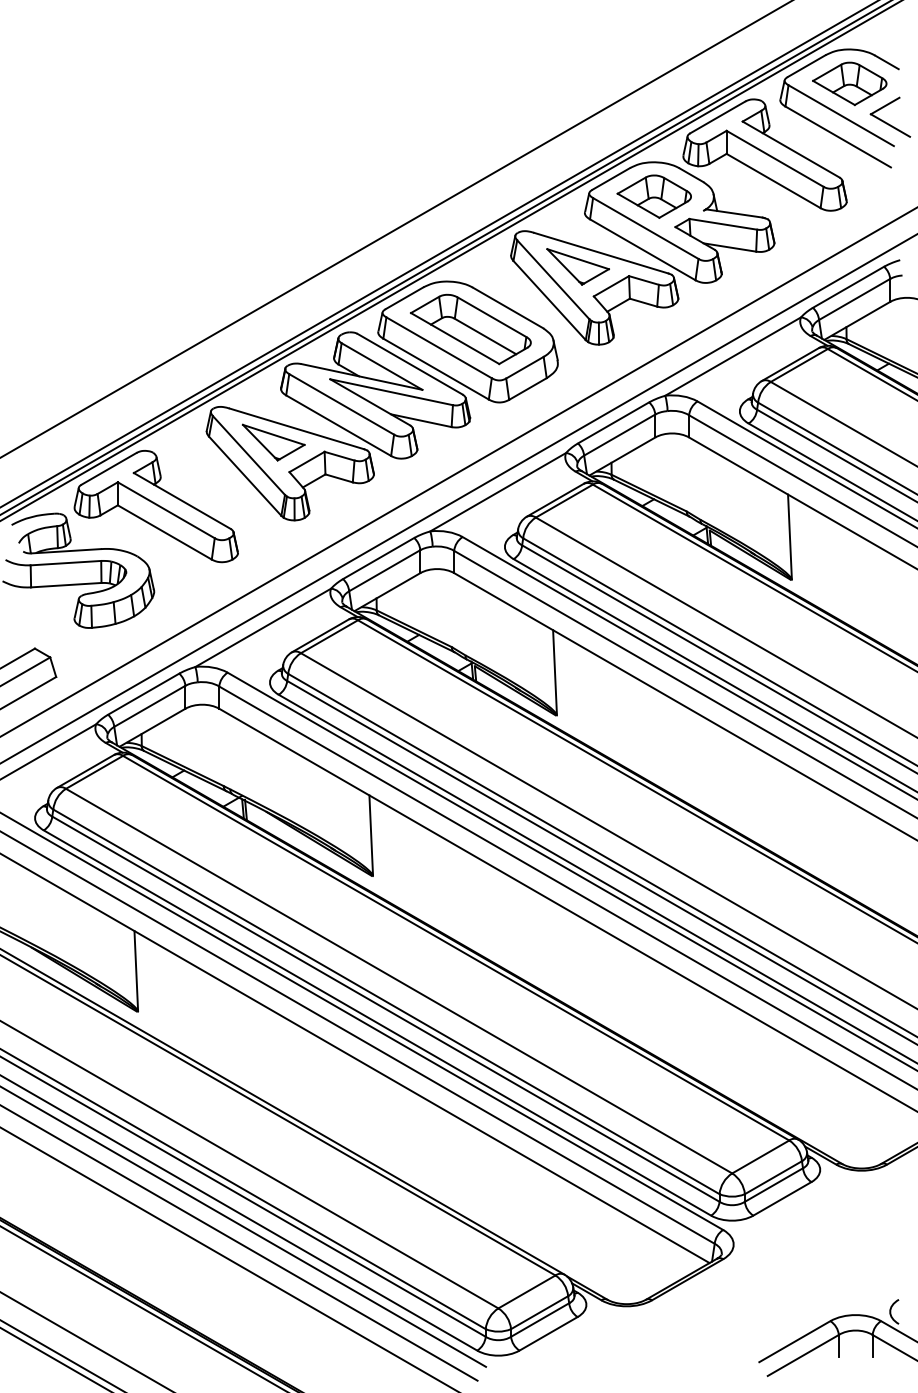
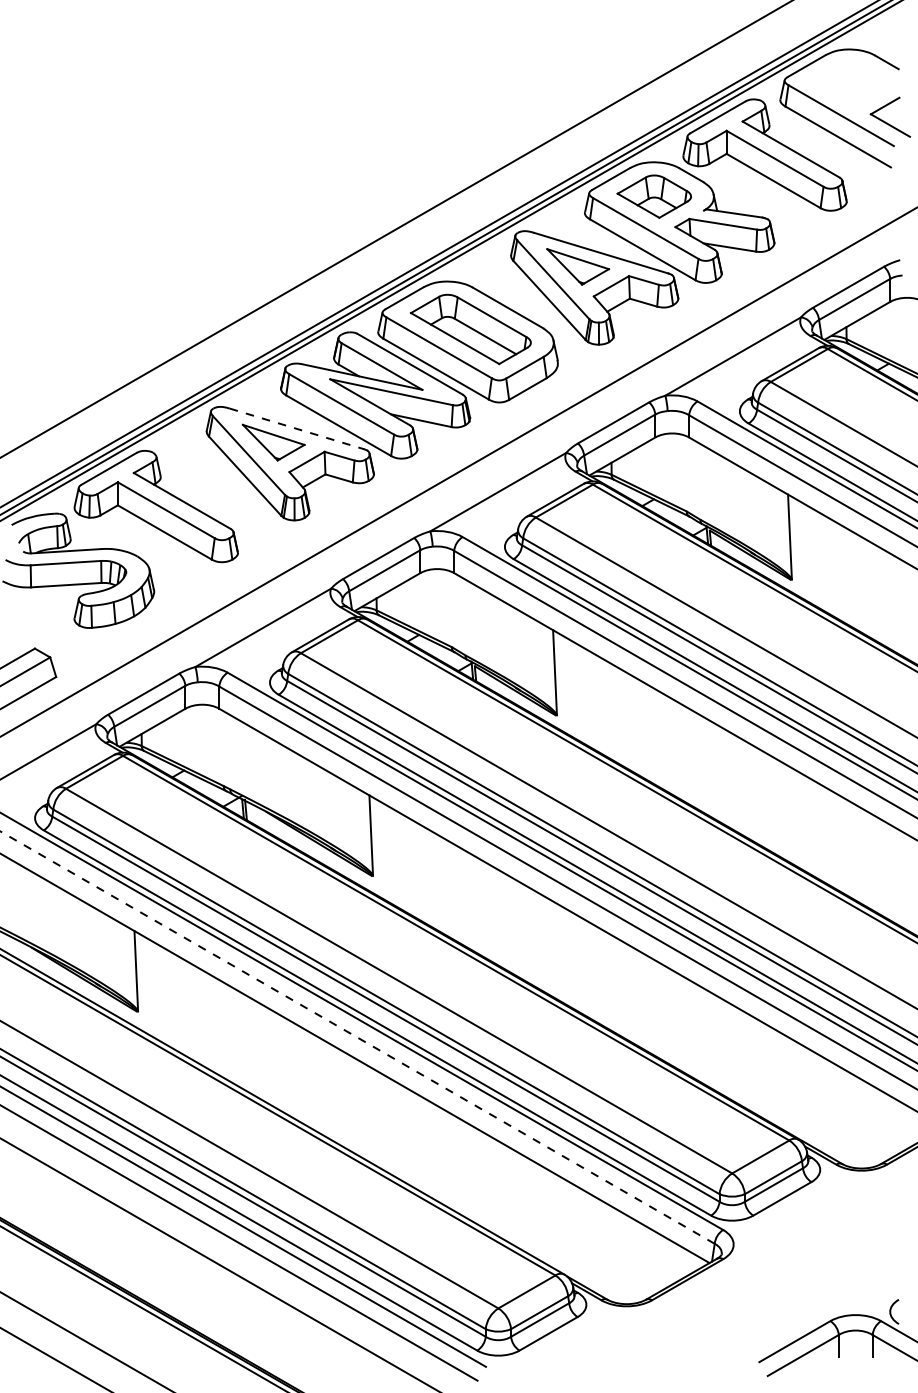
part at (849, 83): present -> none
line at (297, 429): solid -> dashed
line at (458, 498): present -> none
line at (357, 1037): solid -> dashed
line at (228, 1258) position: (228, 1258) -> (219, 1264)
line at (61, 1355): present -> none
